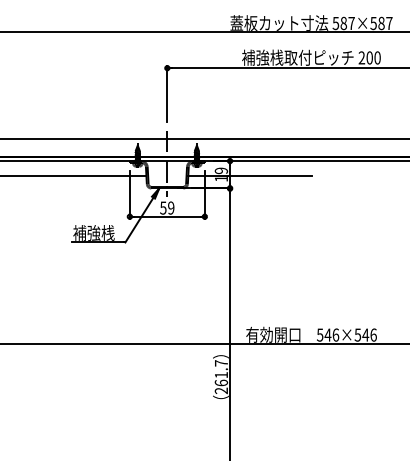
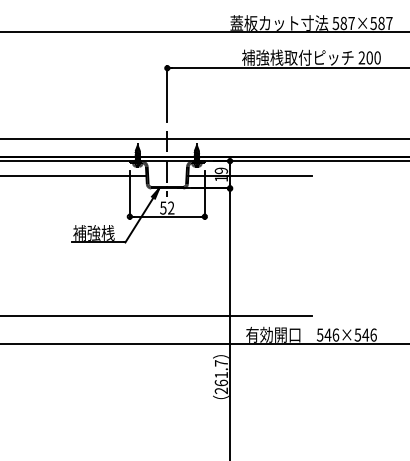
text at (171, 208): 59 -> 52
line at (156, 315): none -> present
